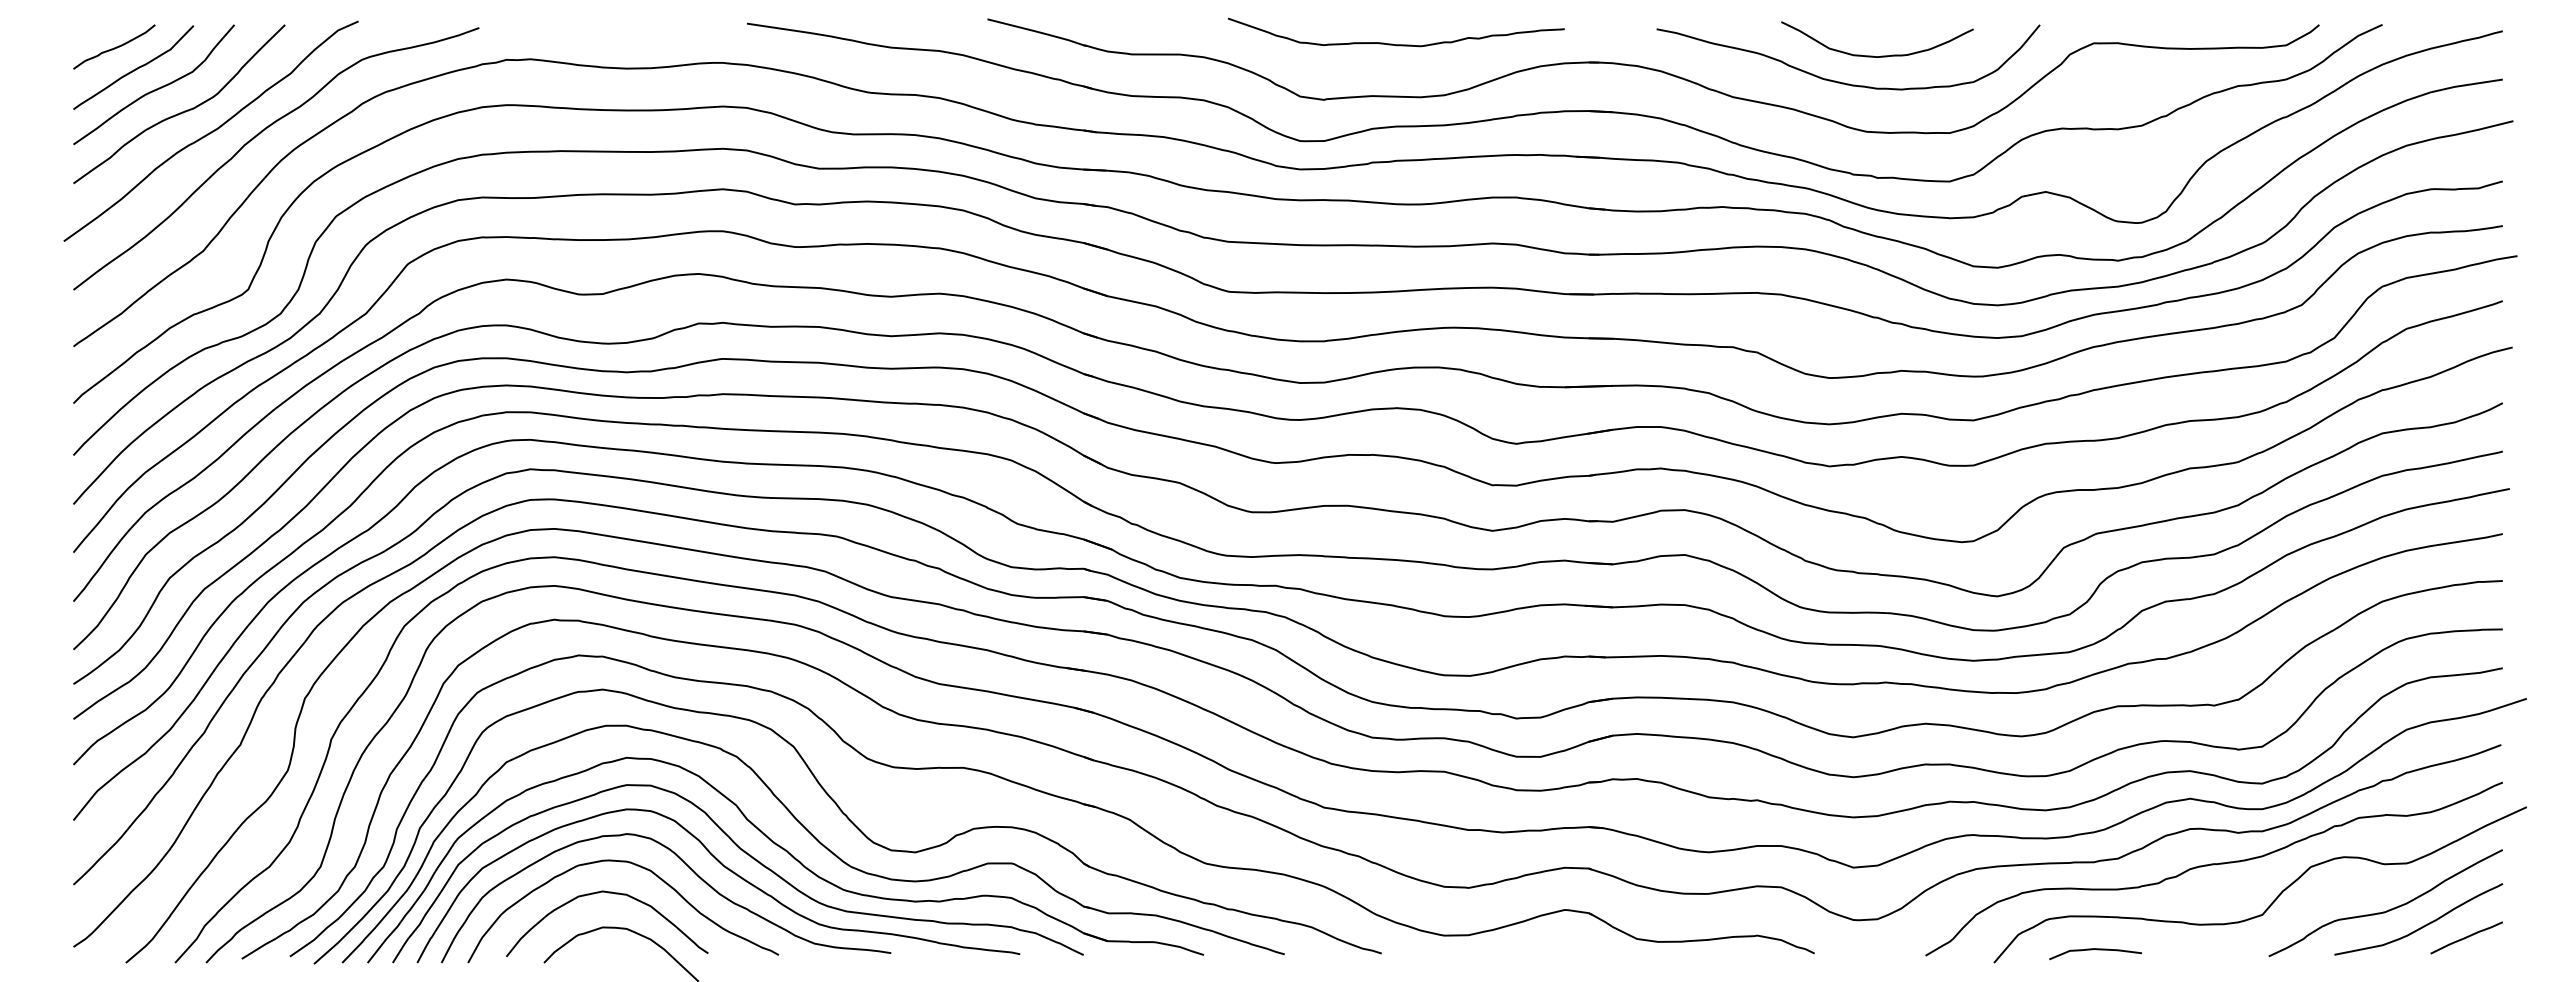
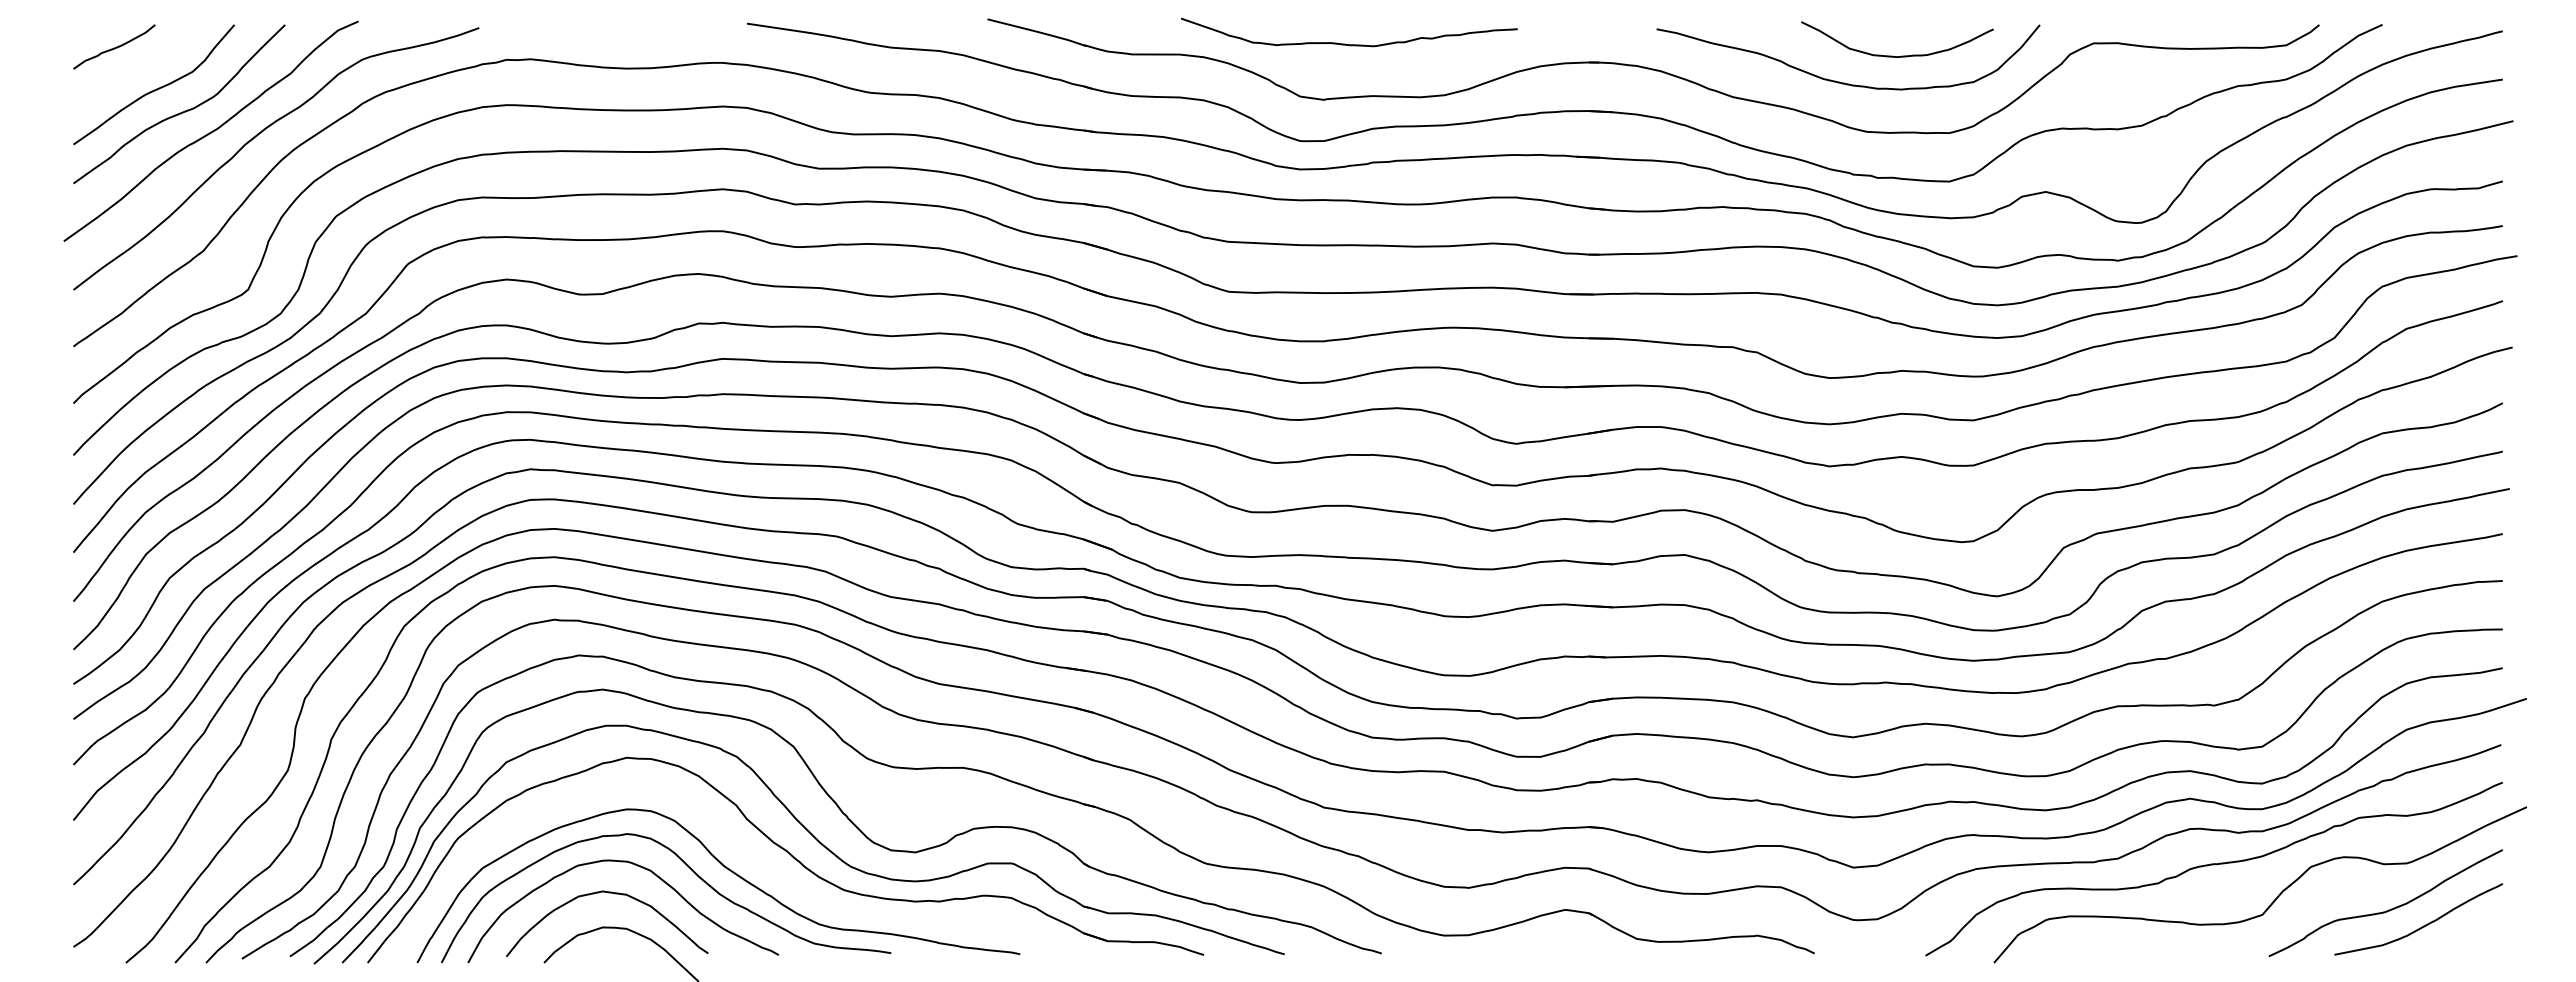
curve at (1392, 43) position: (1392, 43) -> (1345, 43)
curve at (1873, 55) position: (1873, 55) -> (1893, 55)
curve at (133, 69): present -> none
curve at (750, 857): present -> none
line at (2466, 937): present -> none
curve at (2096, 950): present -> none
